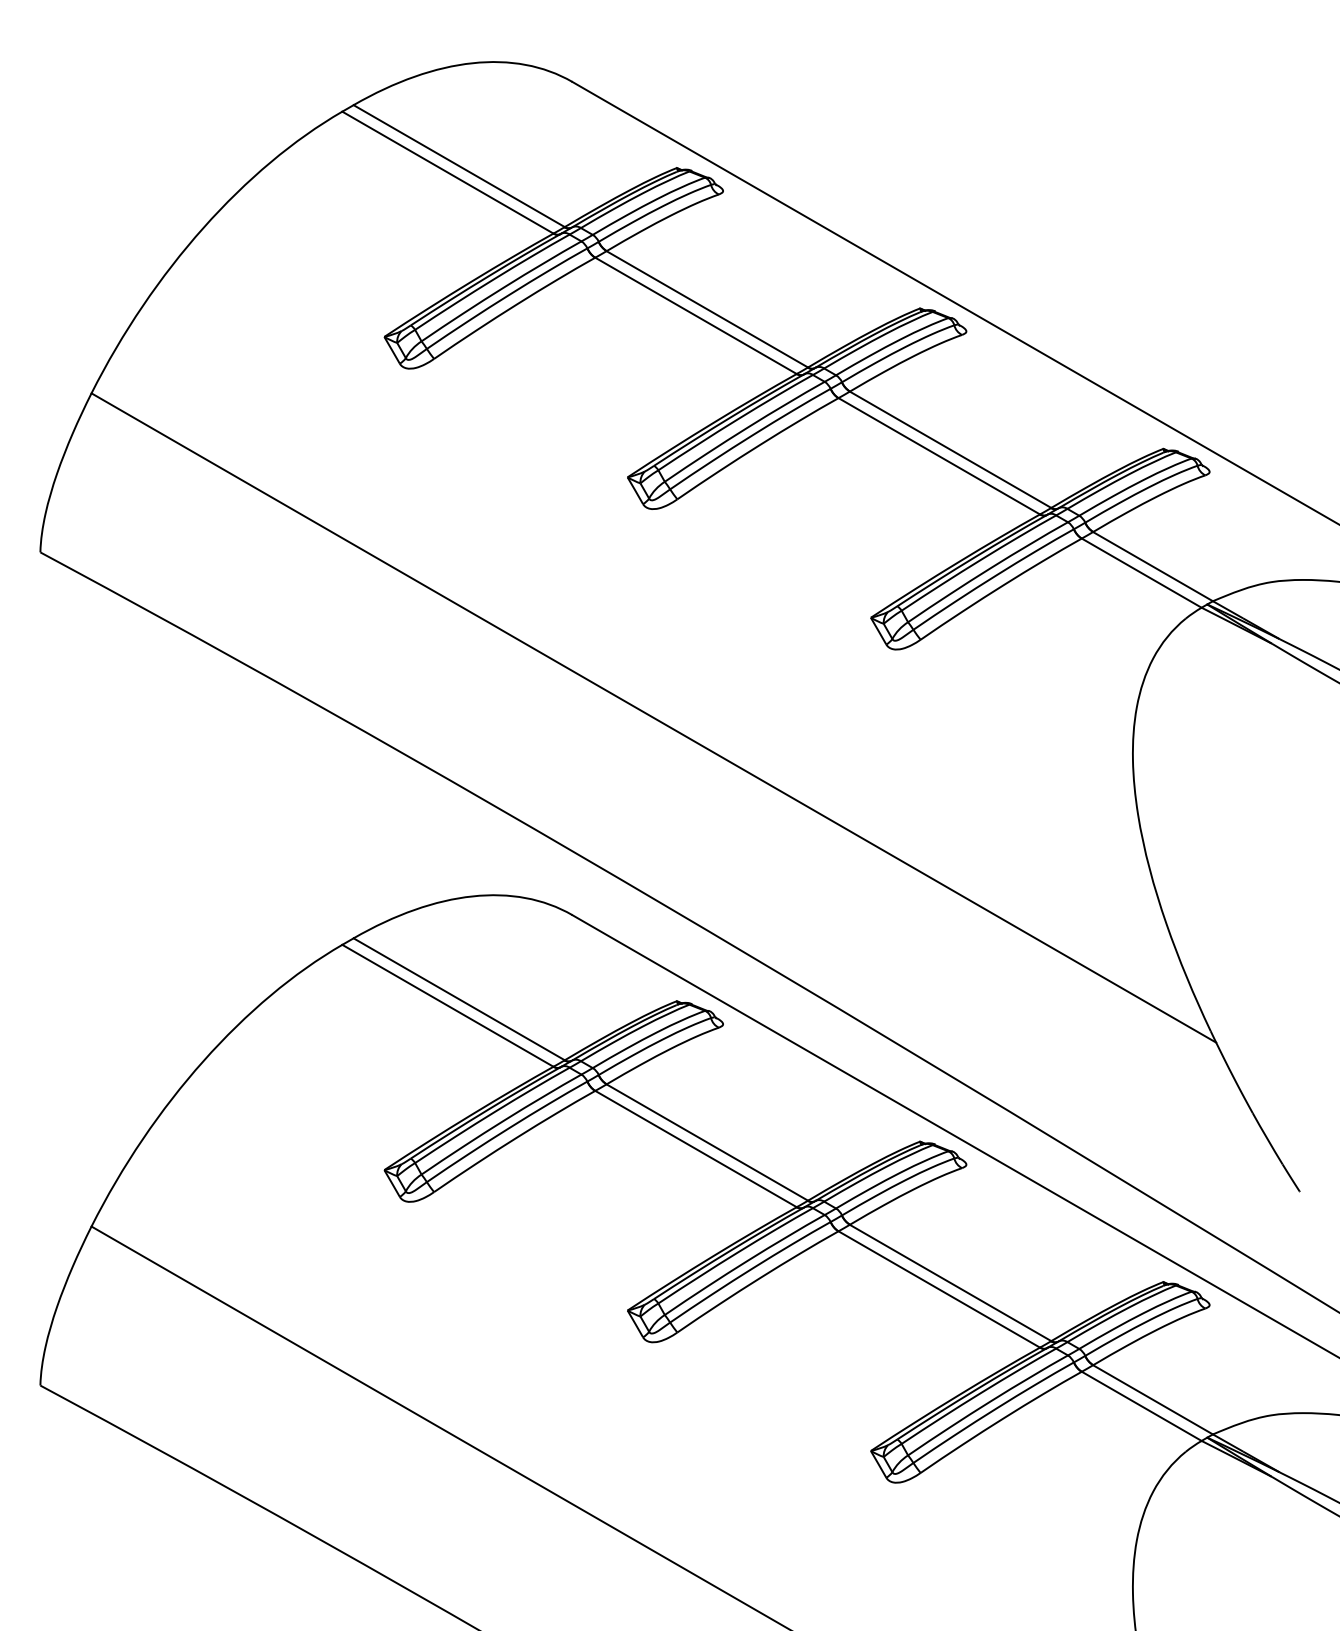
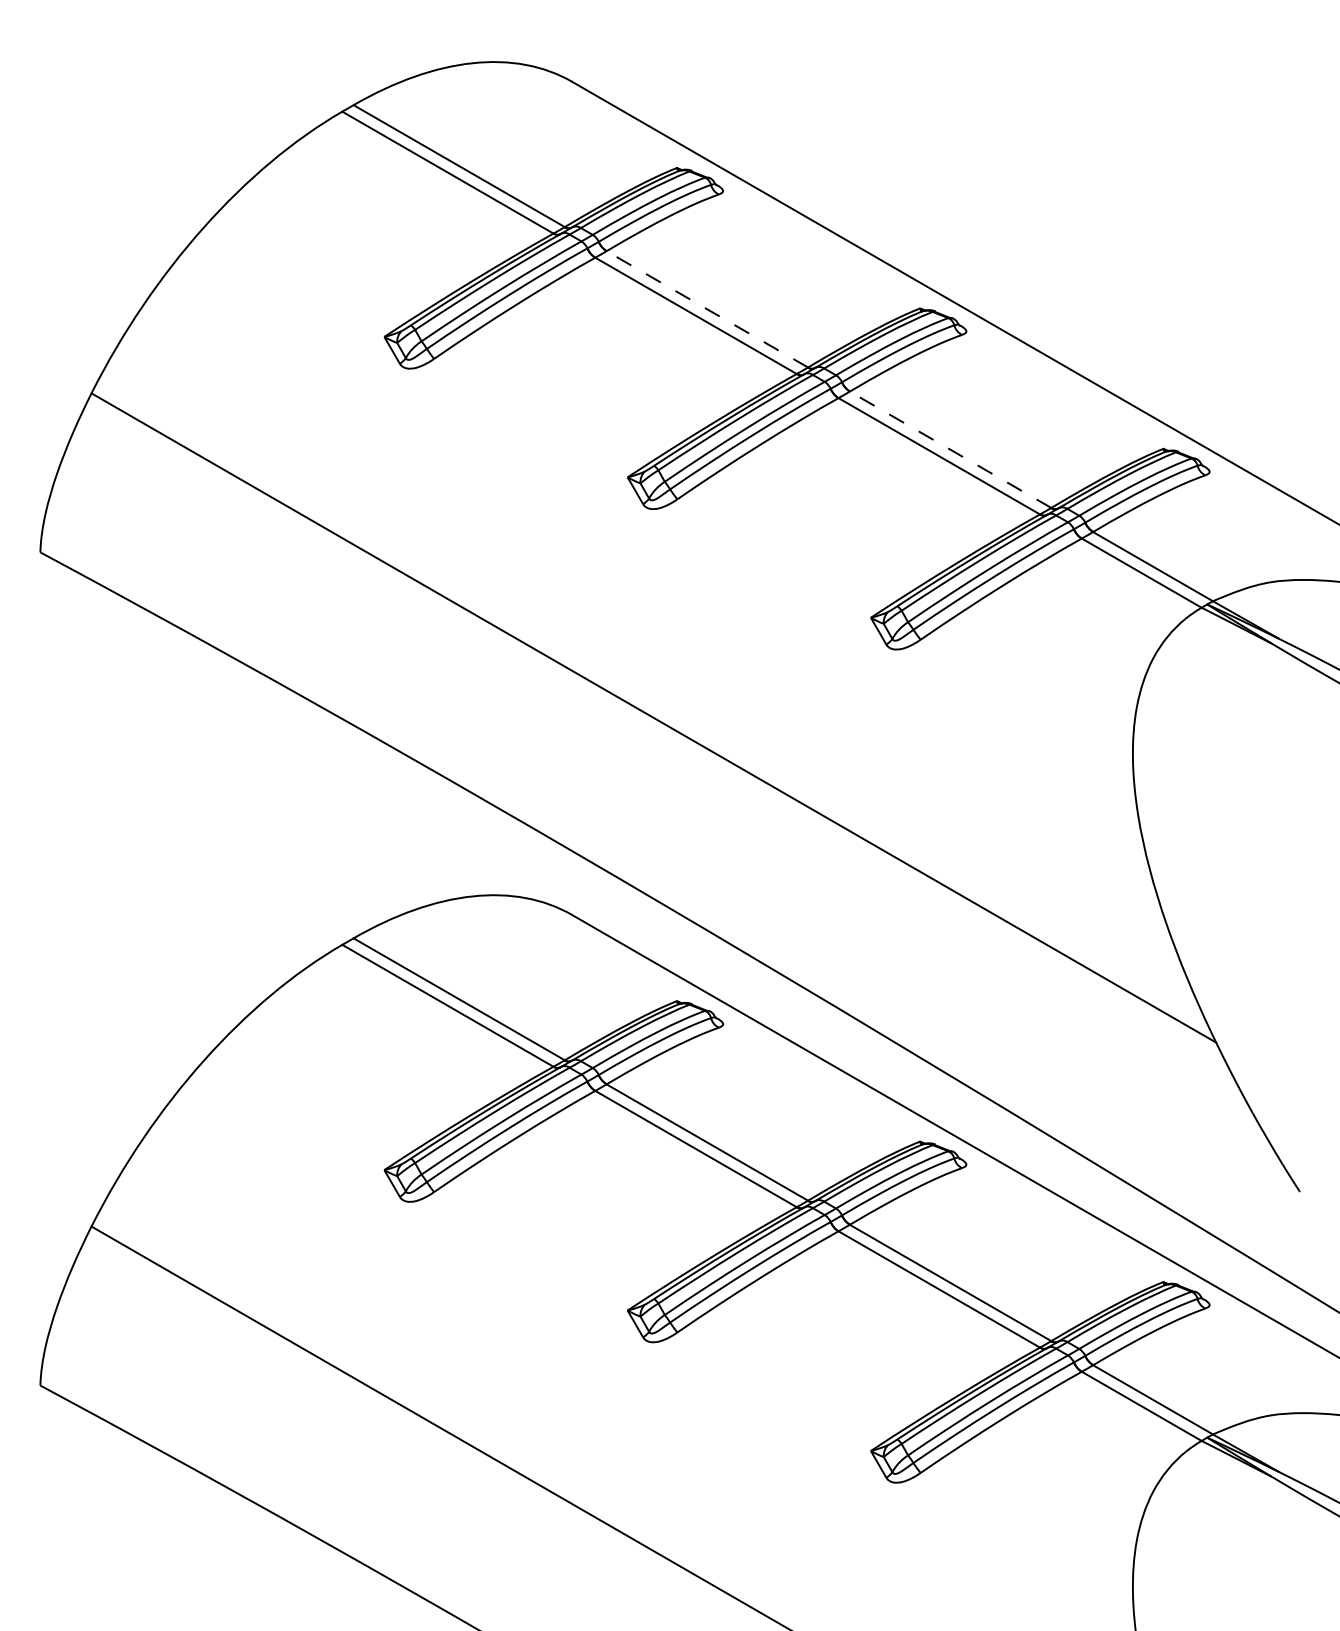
line at (706, 309): solid -> dashed
line at (950, 449): solid -> dashed
